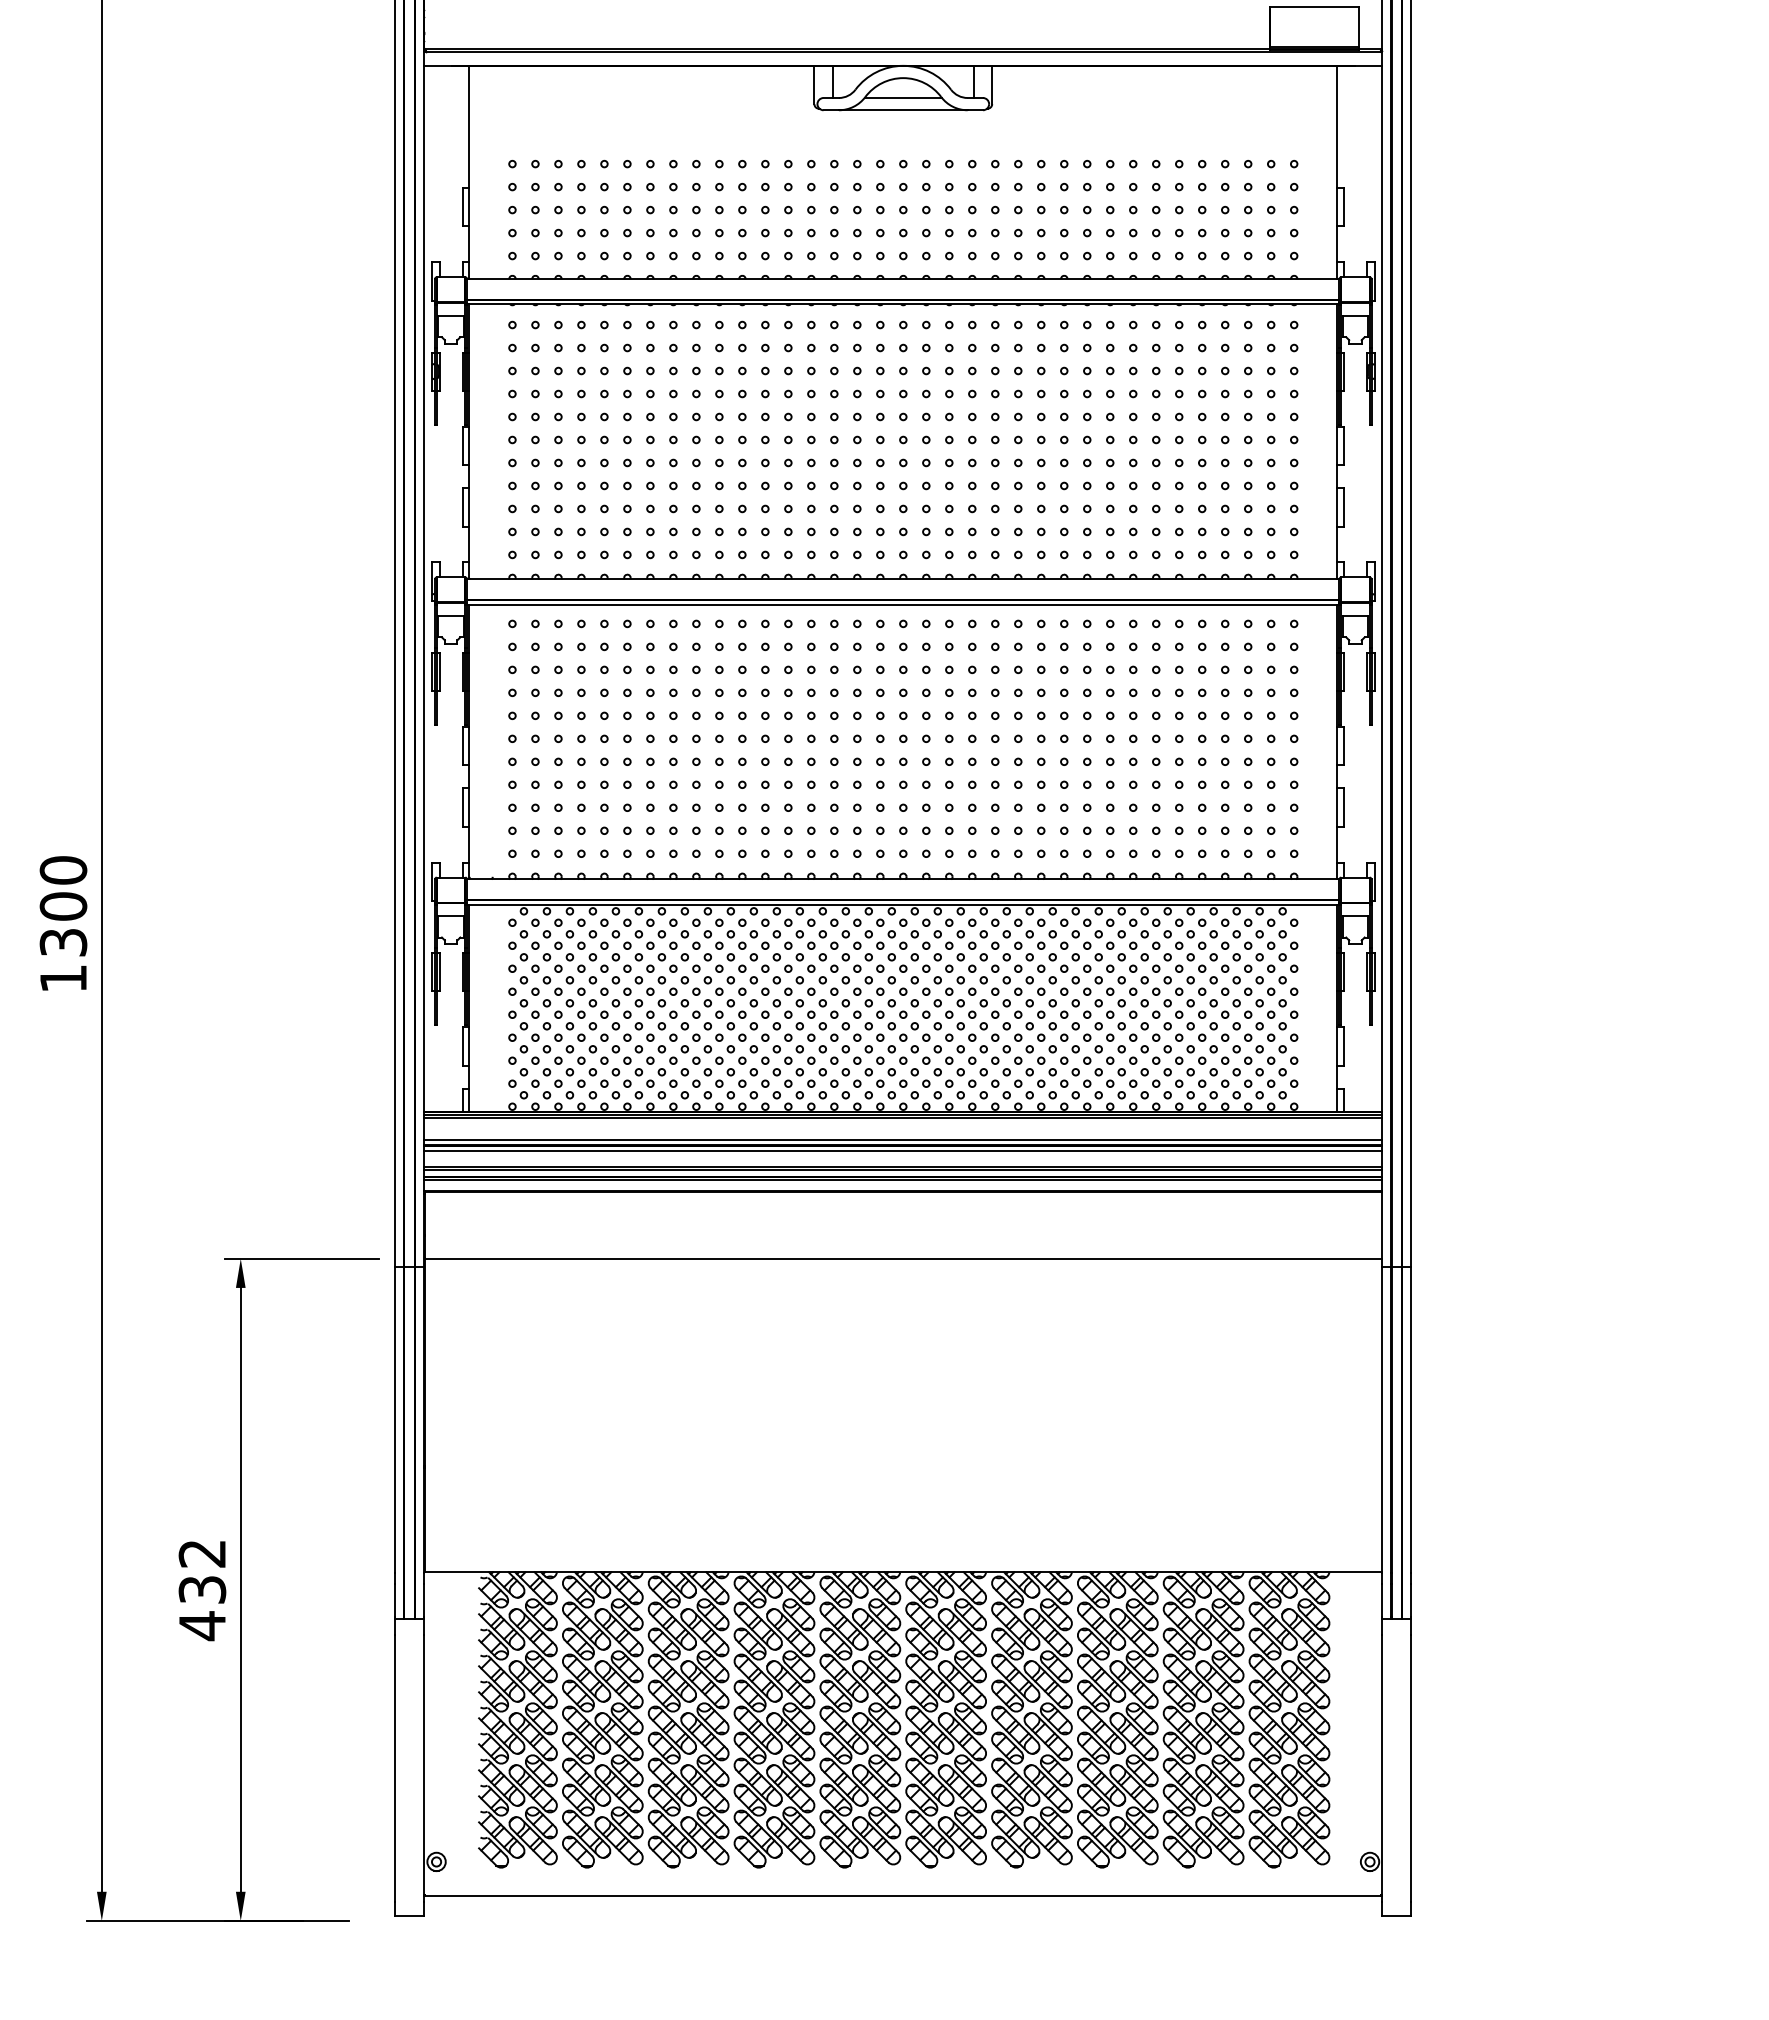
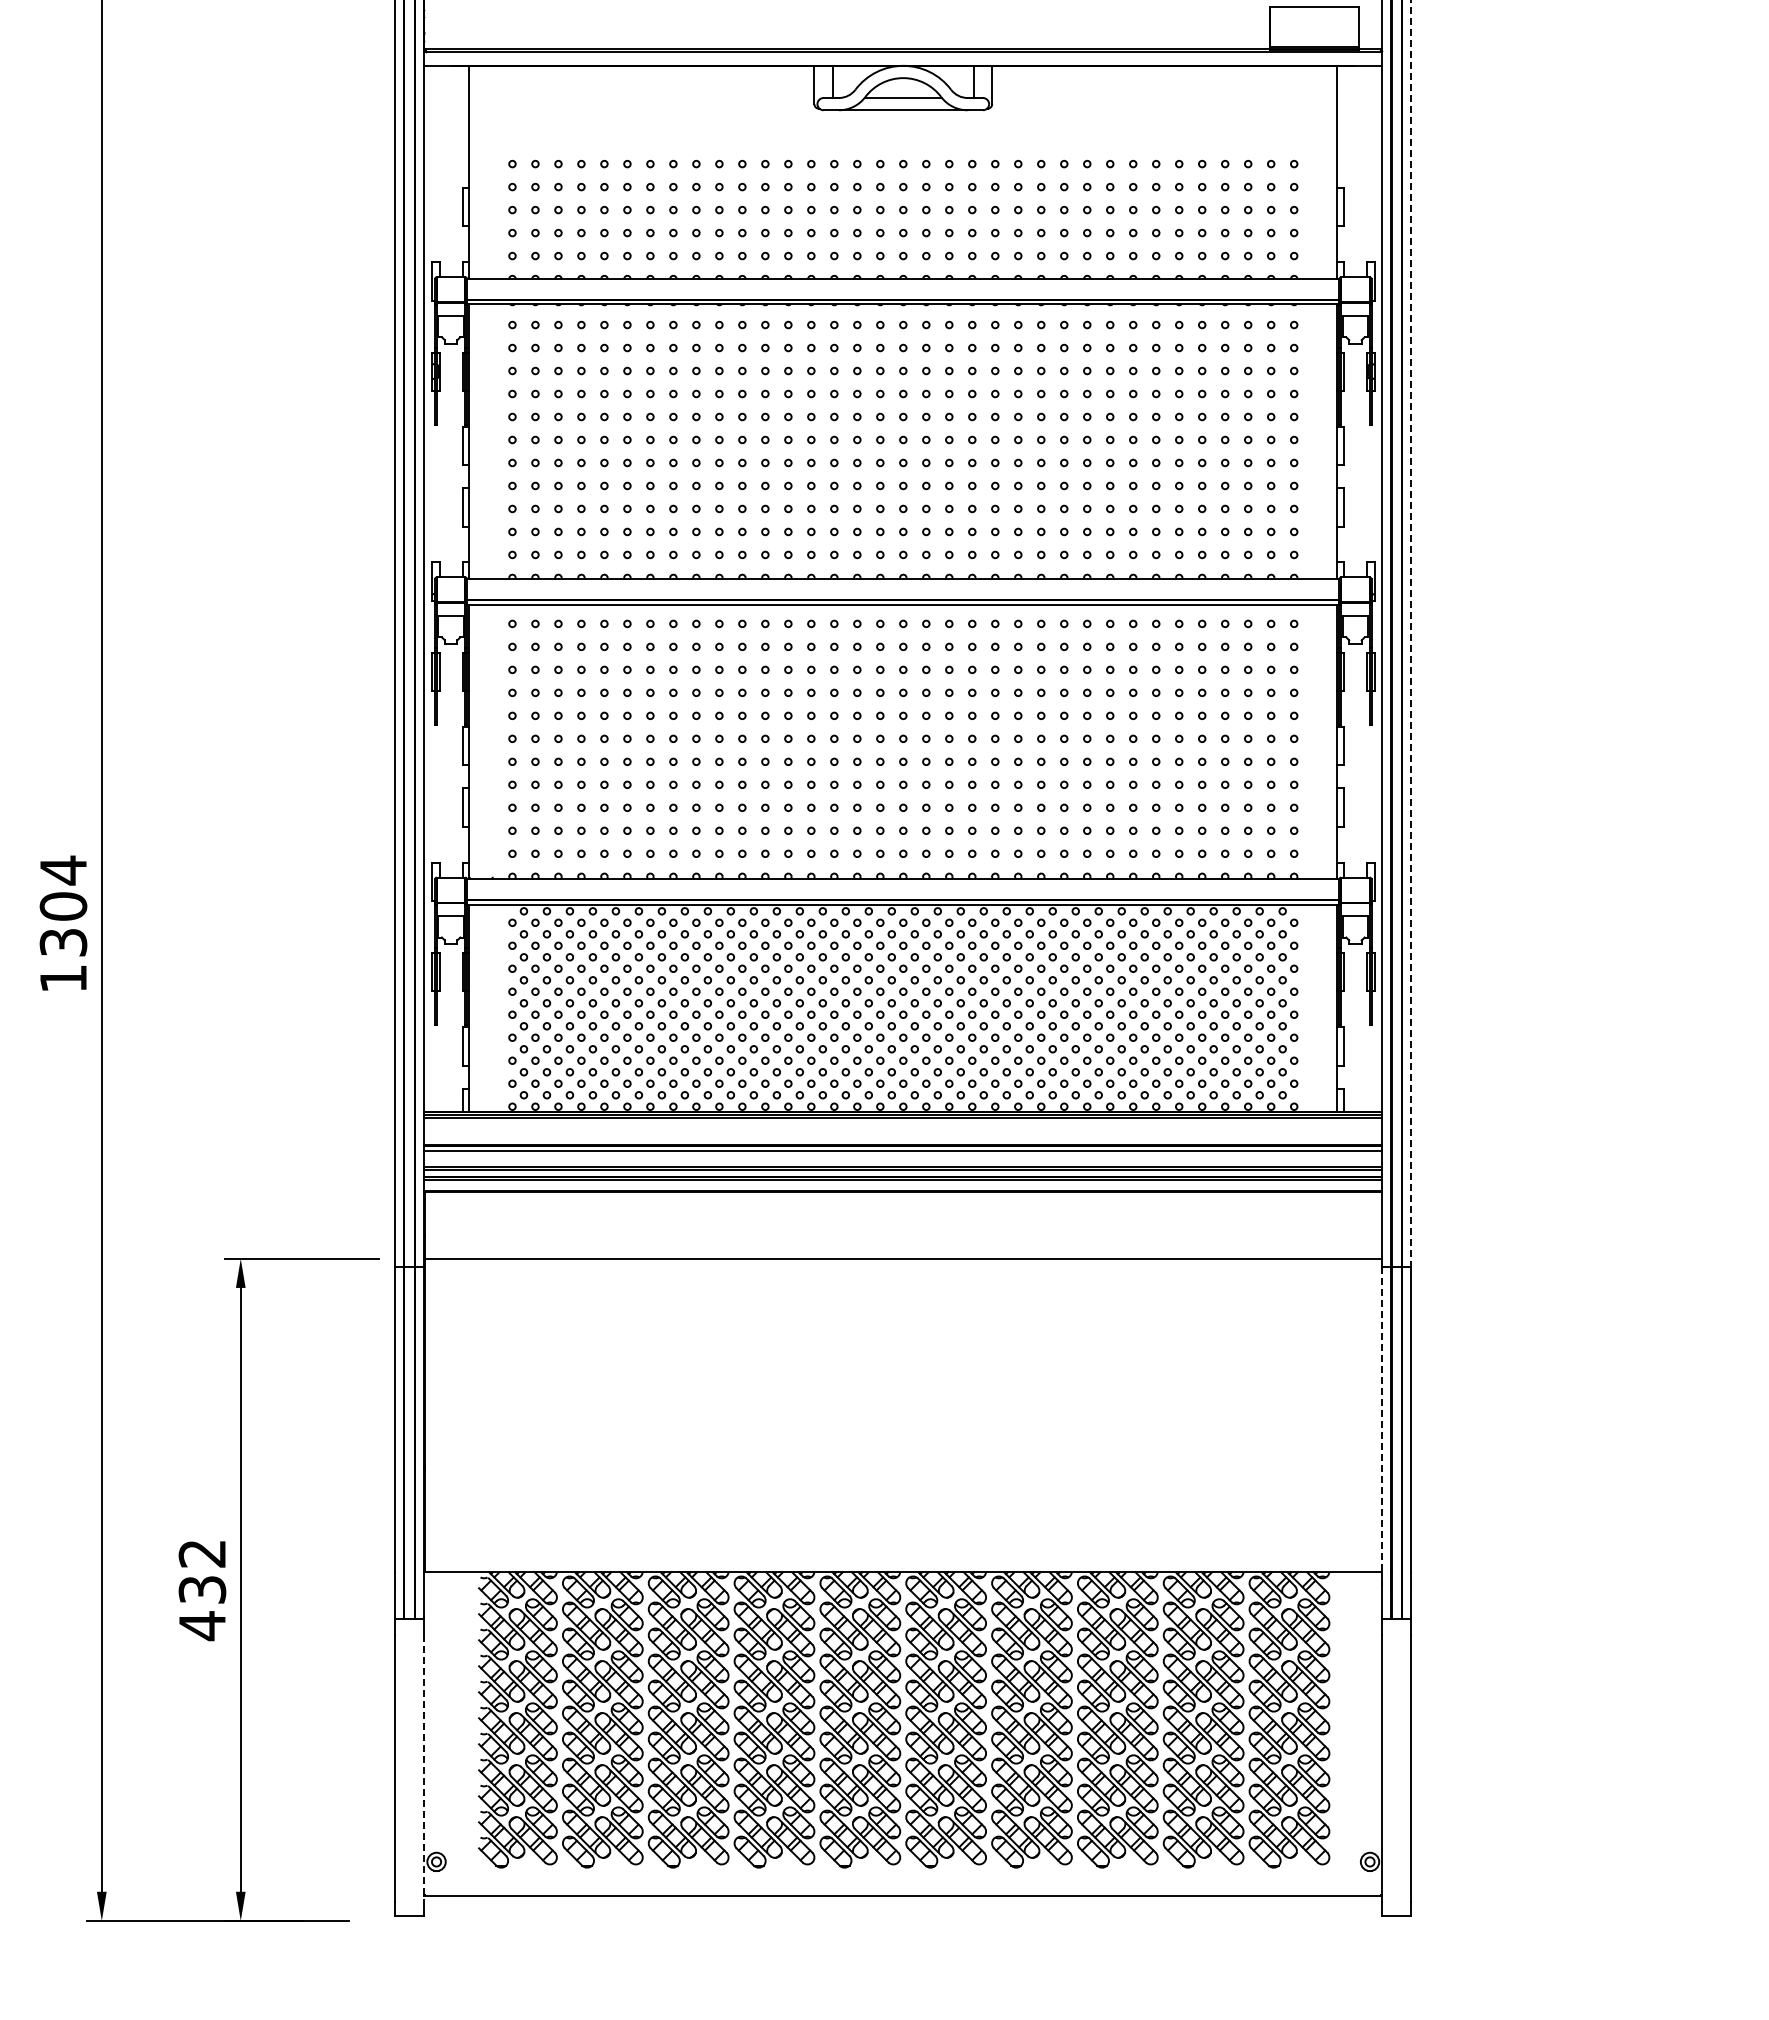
line at (1411, 634): solid -> dashed
text at (63, 870): 1300 -> 1304
line at (903, 1139): present -> none
line at (1382, 1419): solid -> dashed
line at (424, 1769): solid -> dashed
